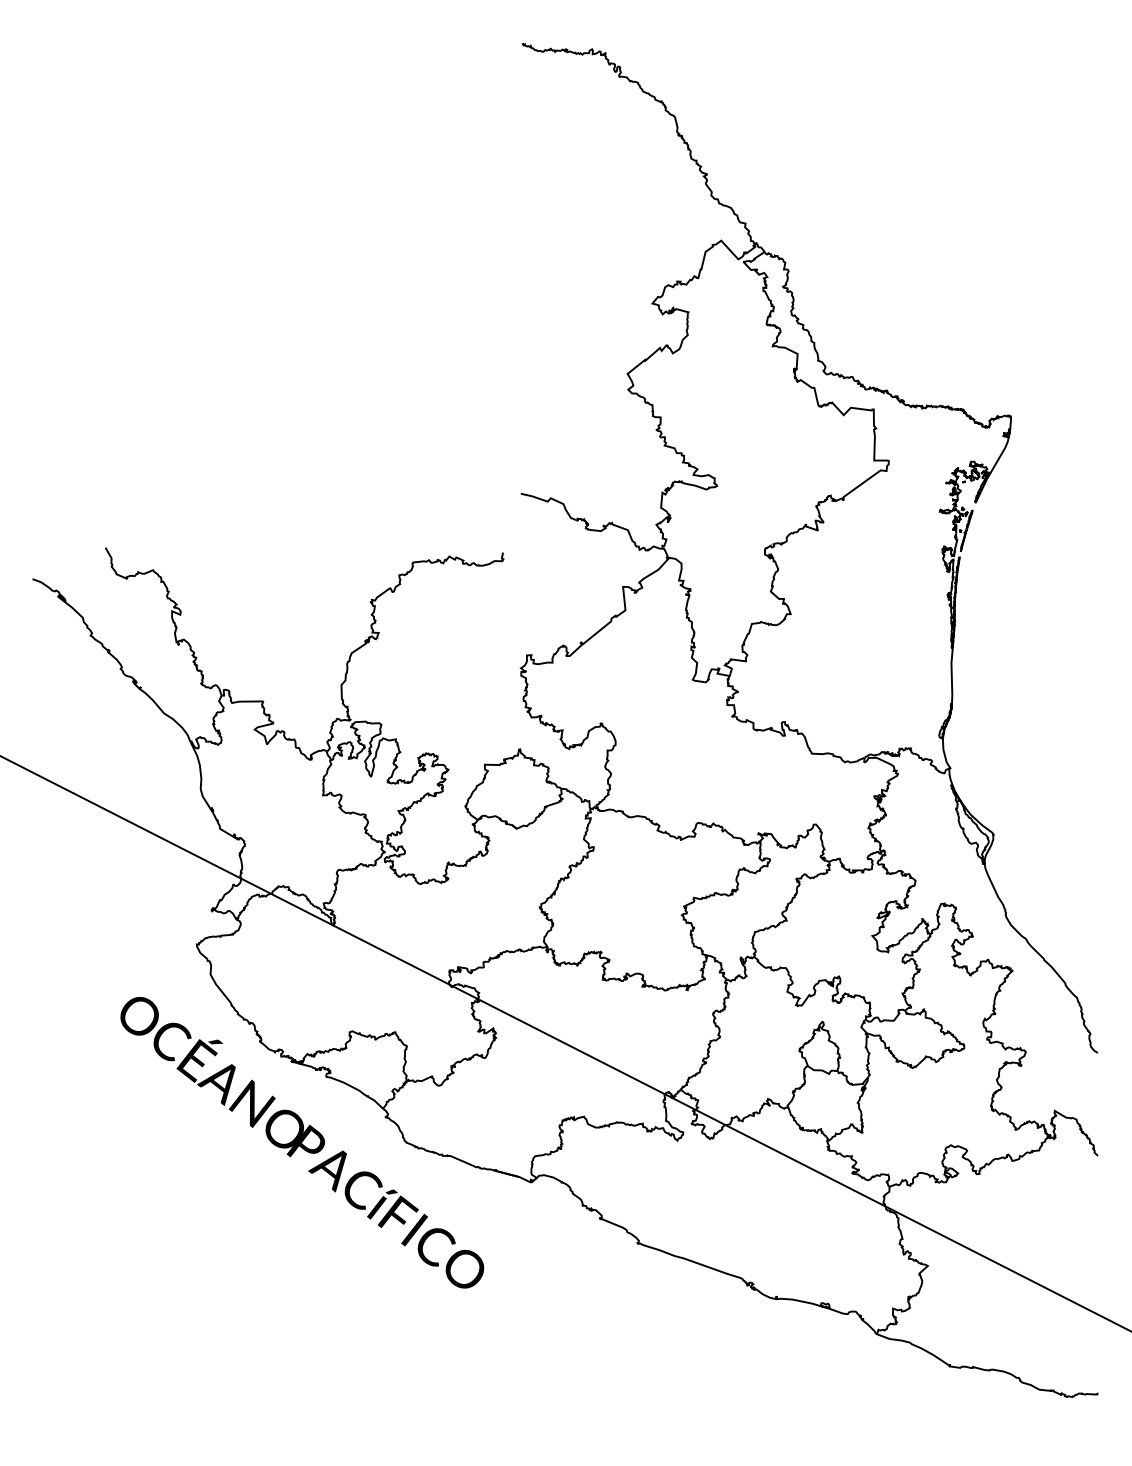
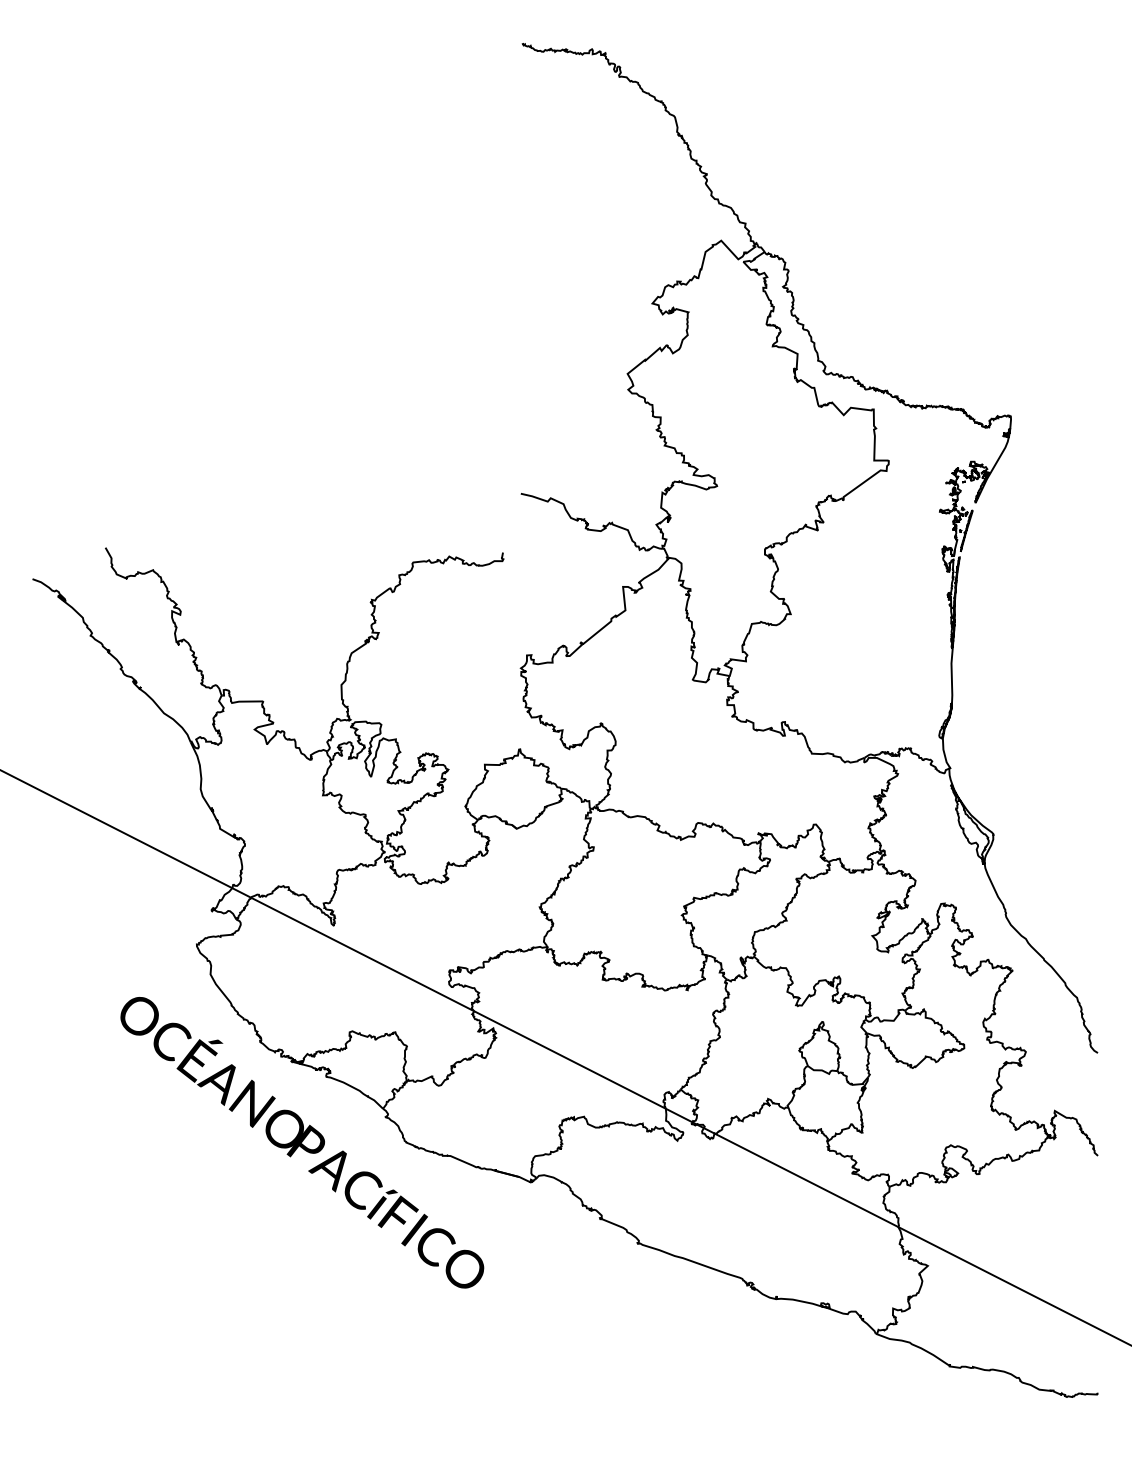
line at (565, 1043) position: (565, 1043) -> (565, 1057)
